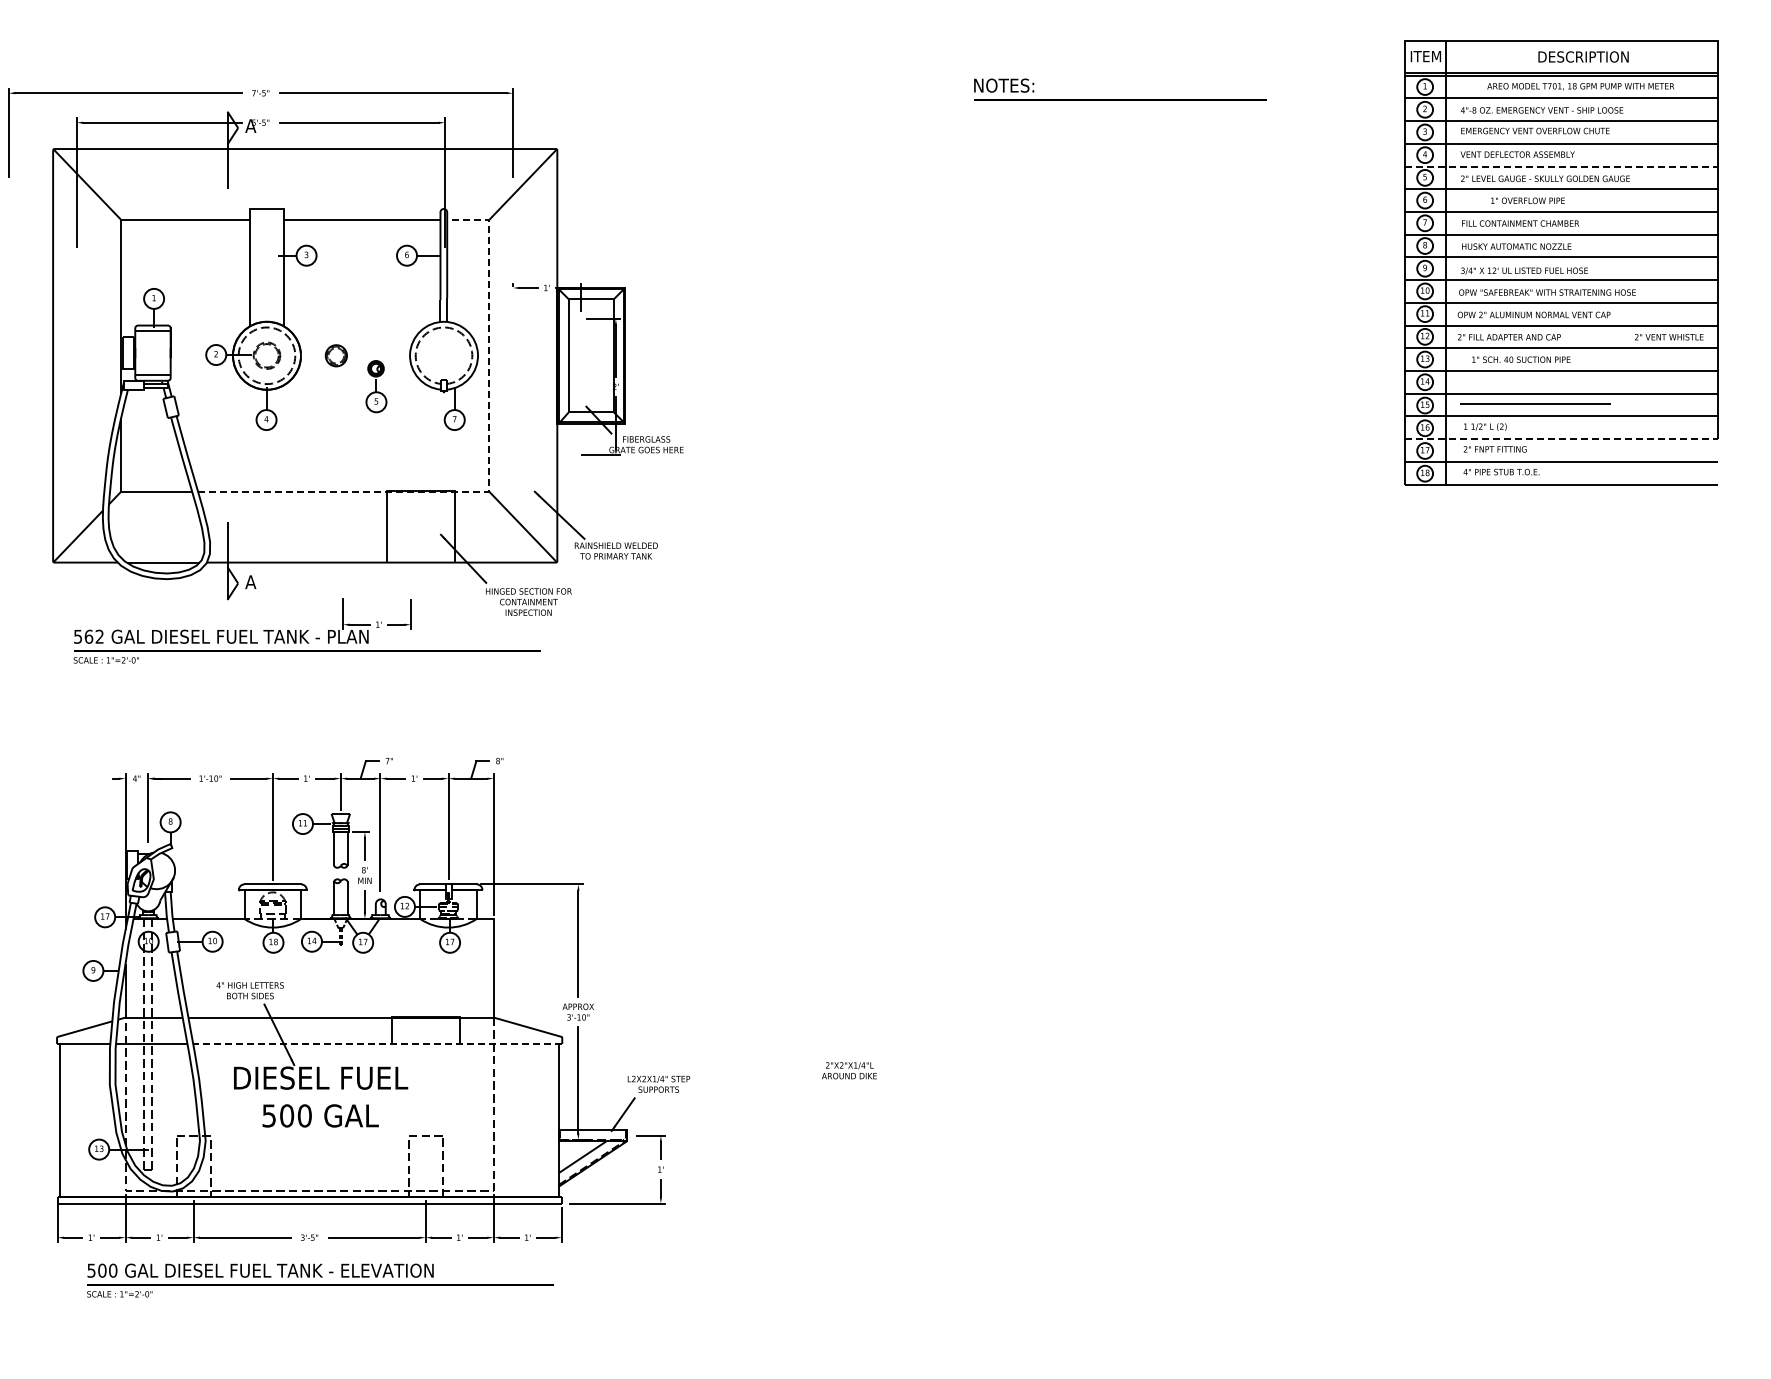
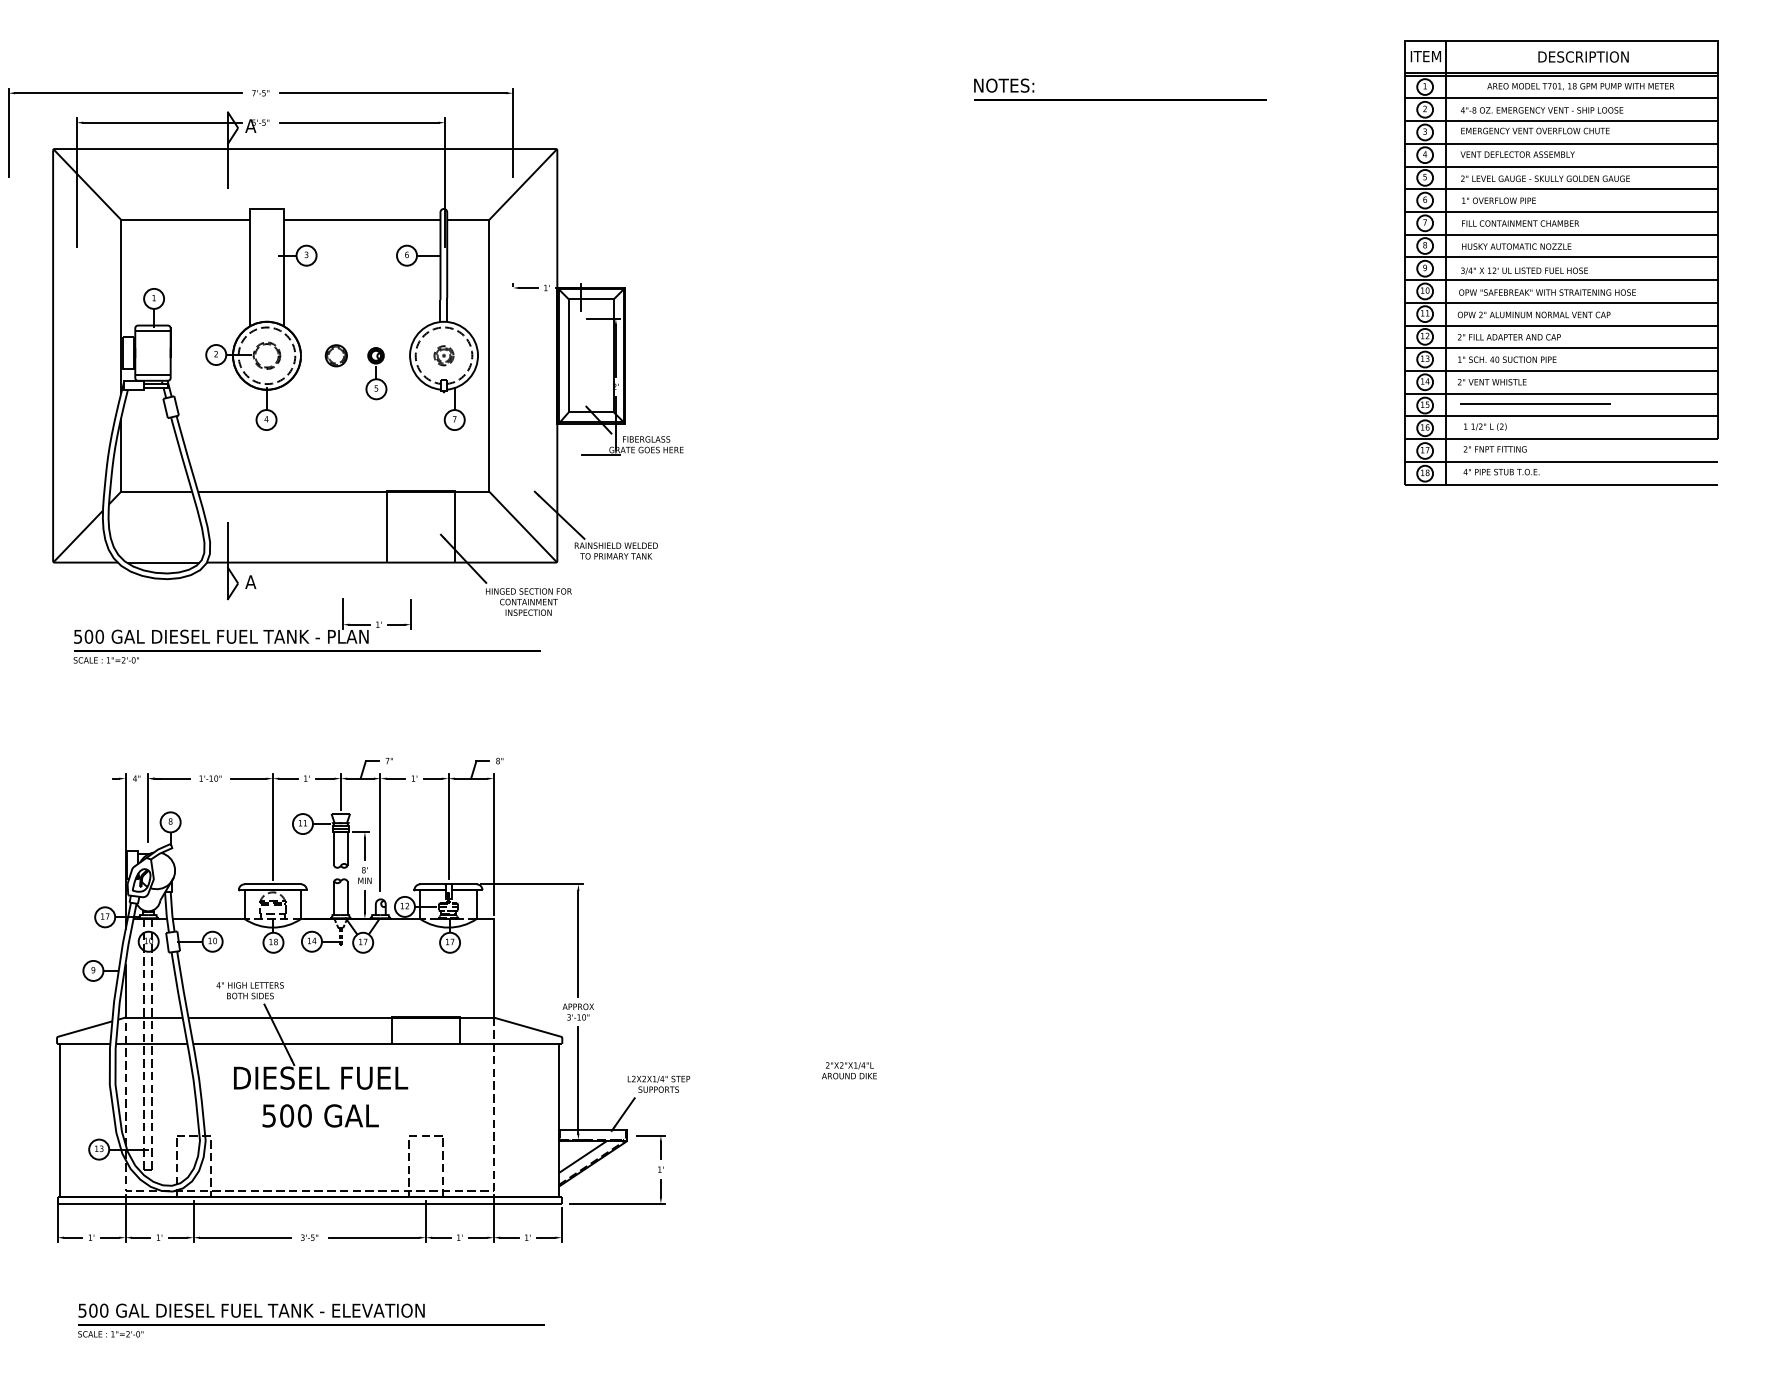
line at (1561, 166): dashed -> solid
text at (1527, 200) position: (1527, 200) -> (1498, 200)
text at (1669, 337) position: (1669, 337) -> (1492, 382)
part at (443, 355): none -> present
text at (1521, 359) position: (1521, 359) -> (1507, 359)
part at (376, 386) position: (376, 386) -> (376, 373)
line at (1561, 439): dashed -> solid
line at (489, 479): dashed -> solid
text at (94, 636): 562 -> 500
line at (377, 1043): dashed -> solid
text at (320, 1280) position: (320, 1280) -> (311, 1320)
